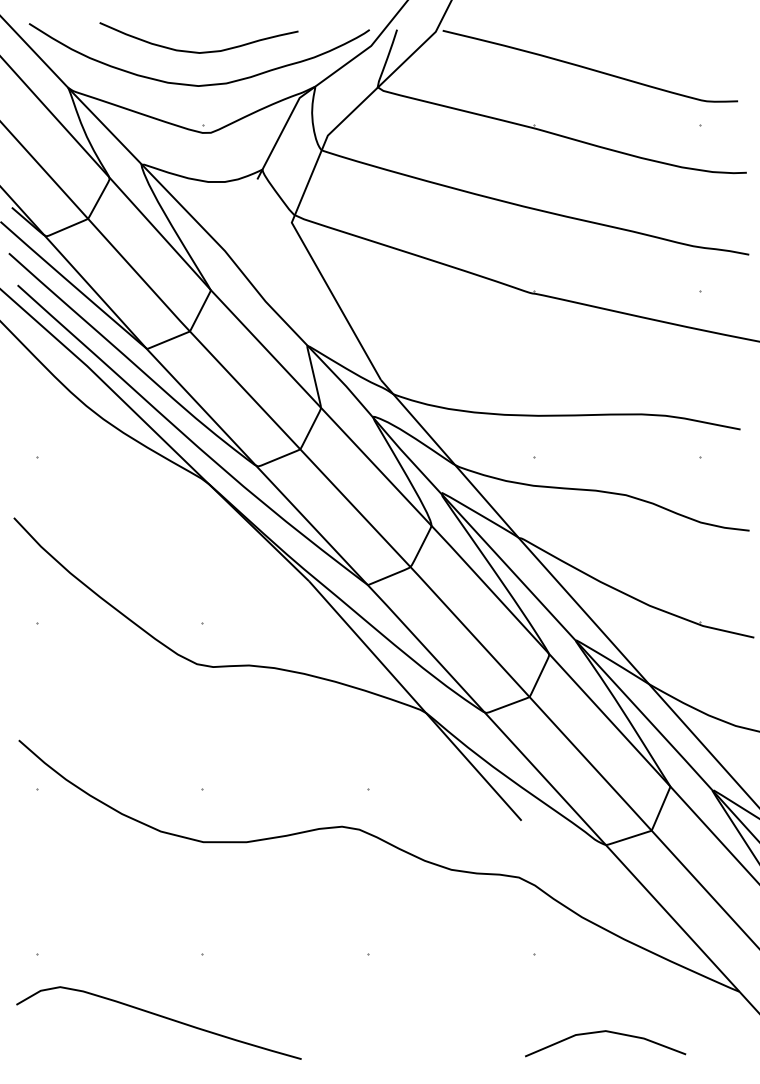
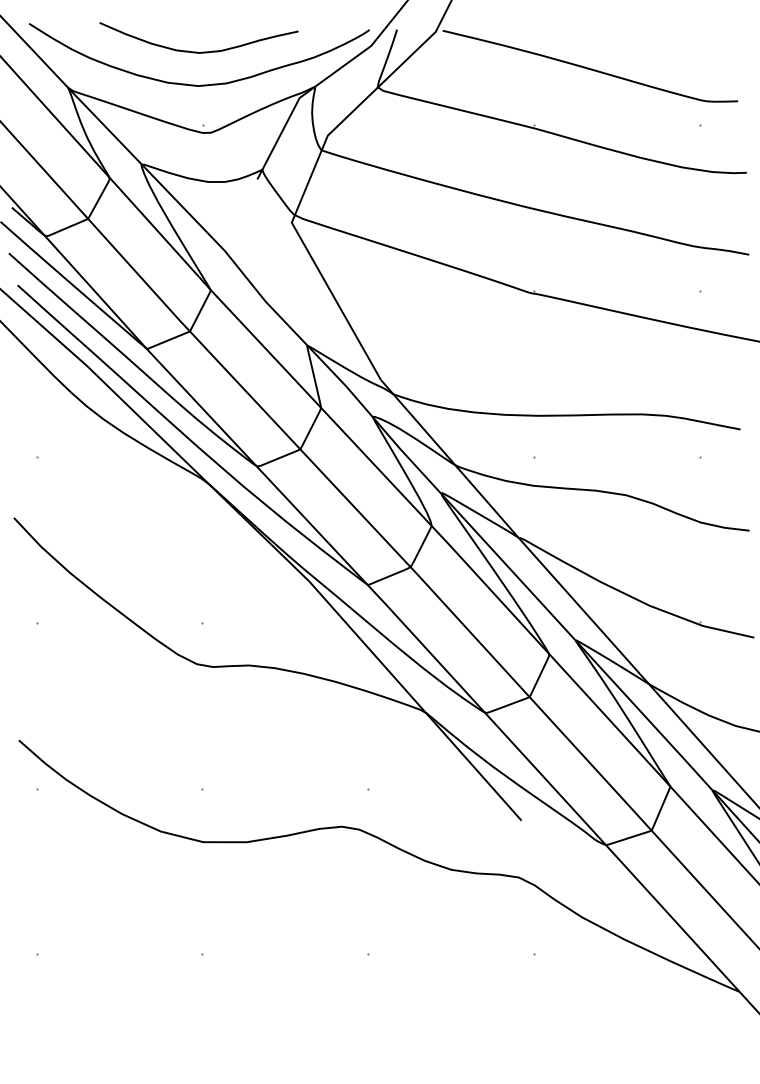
curve at (161, 1017): present -> none
curve at (604, 1032): present -> none
